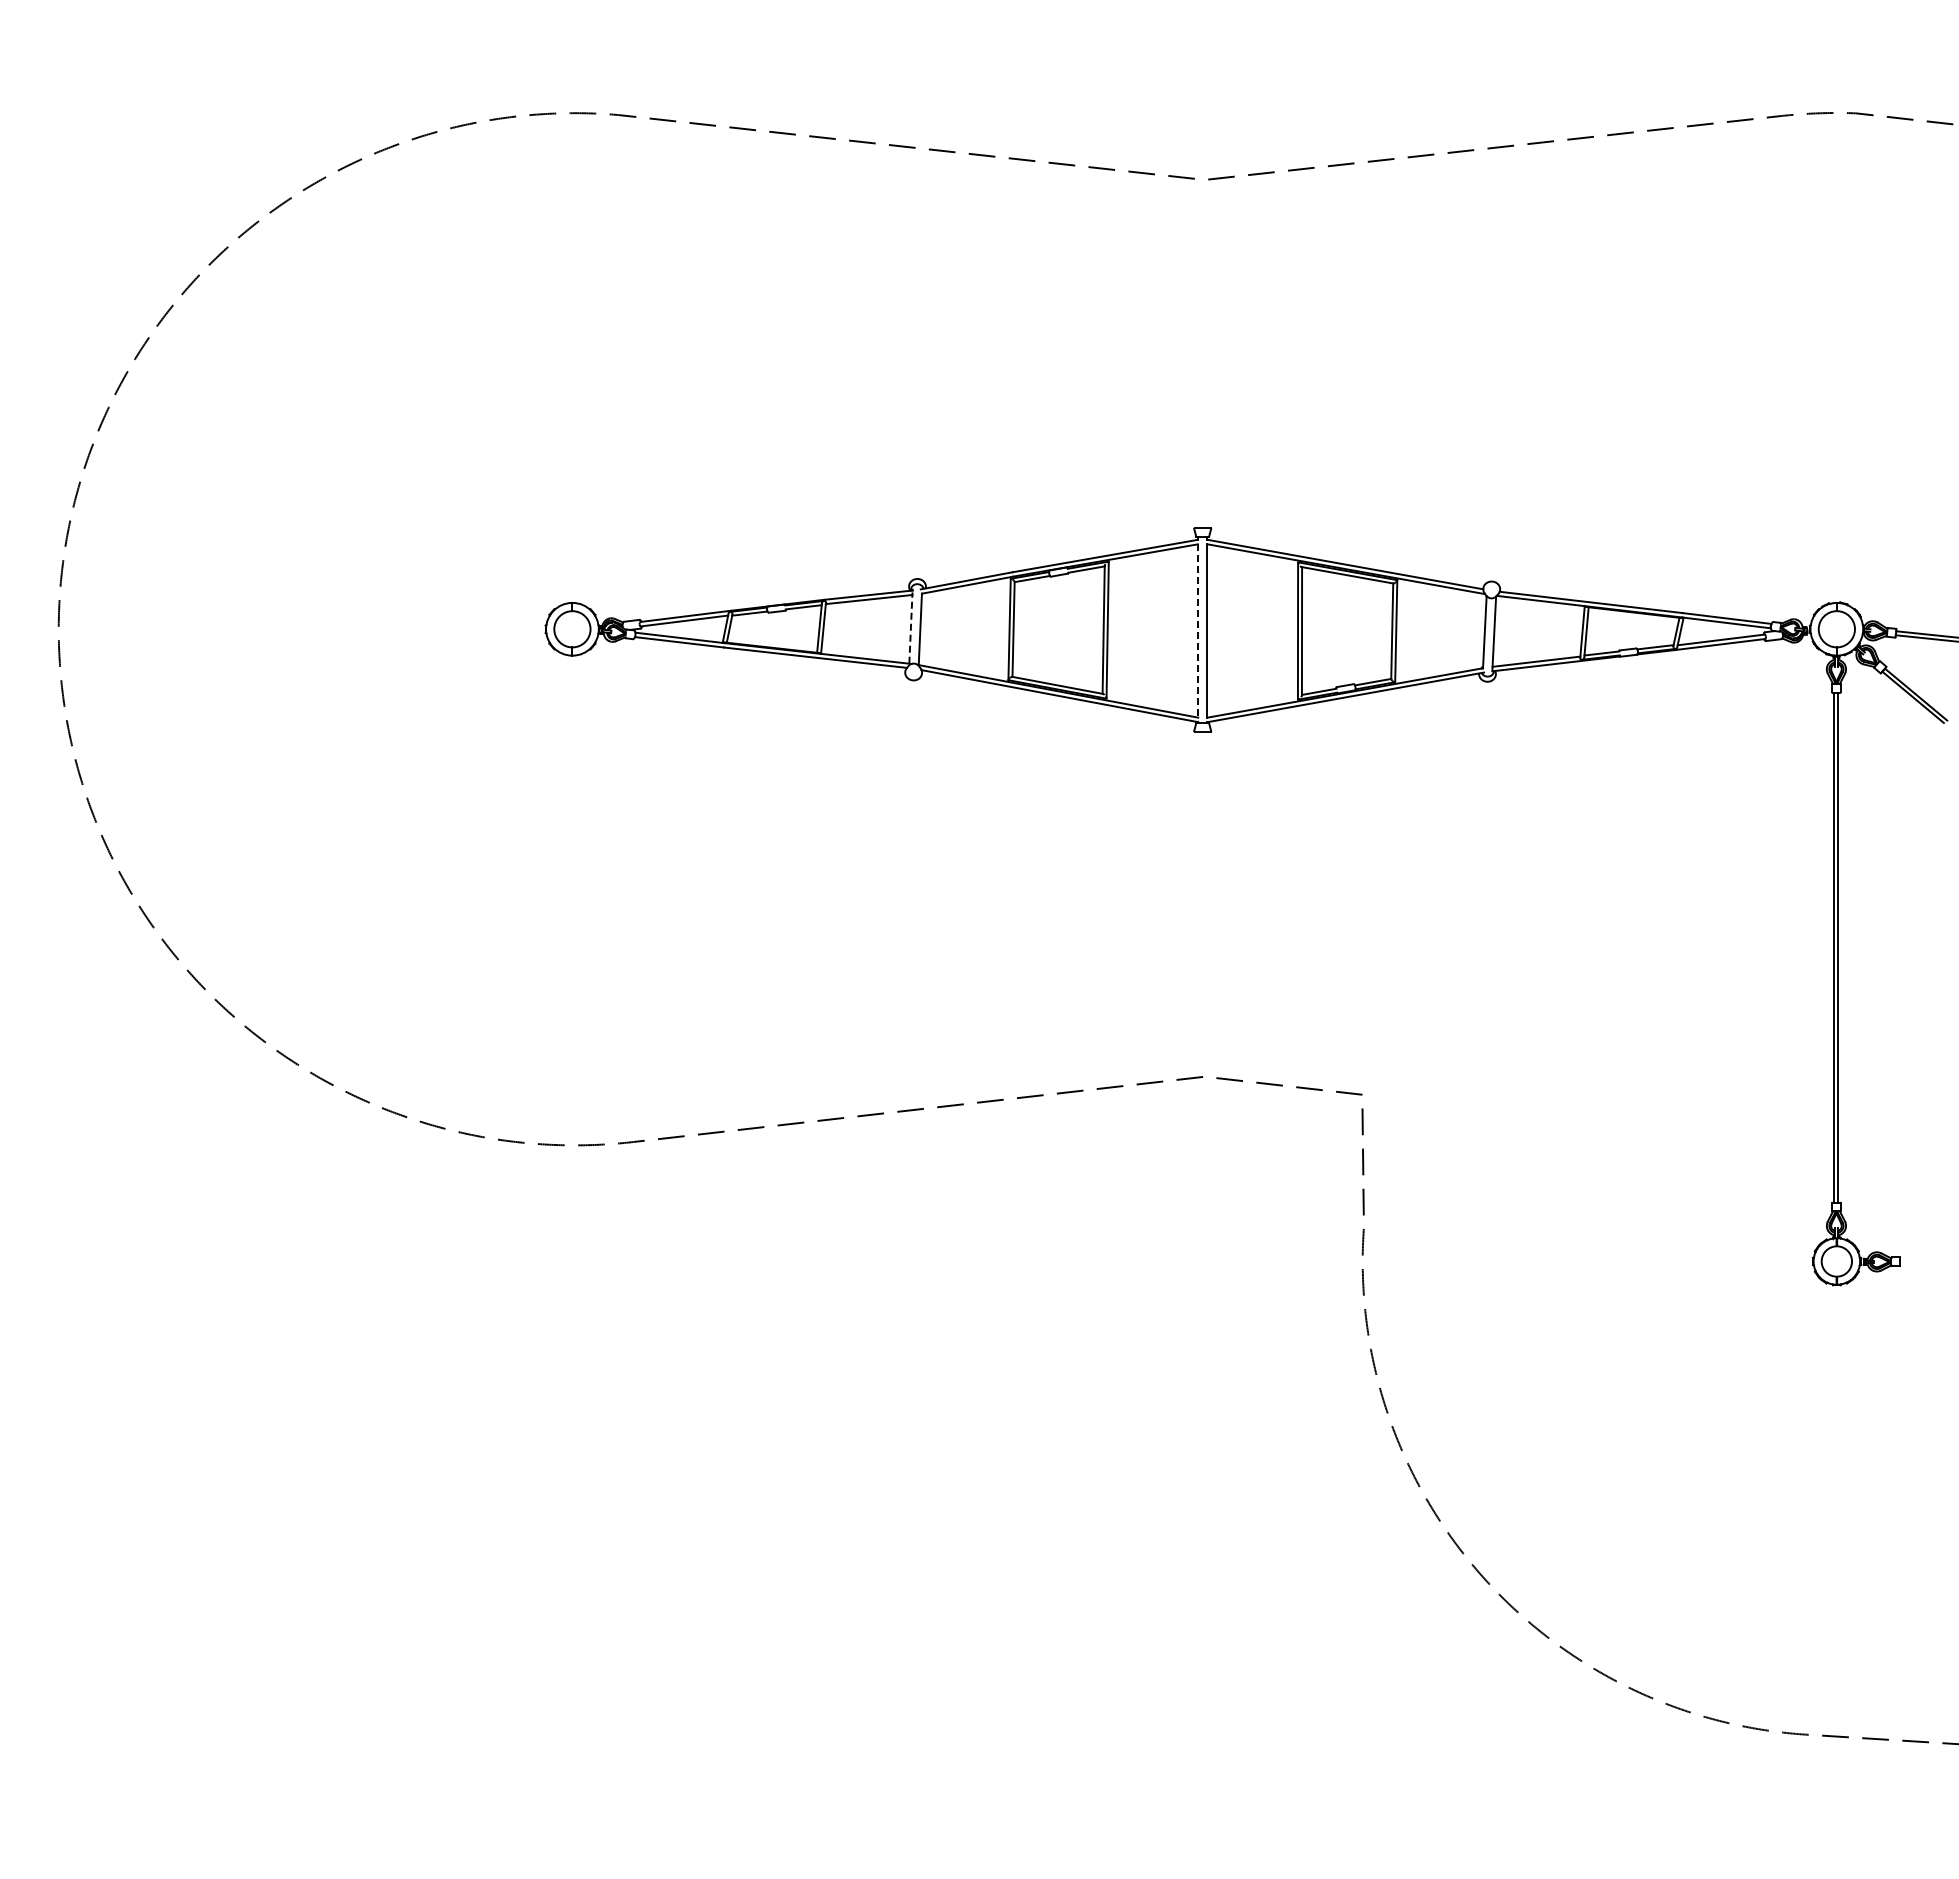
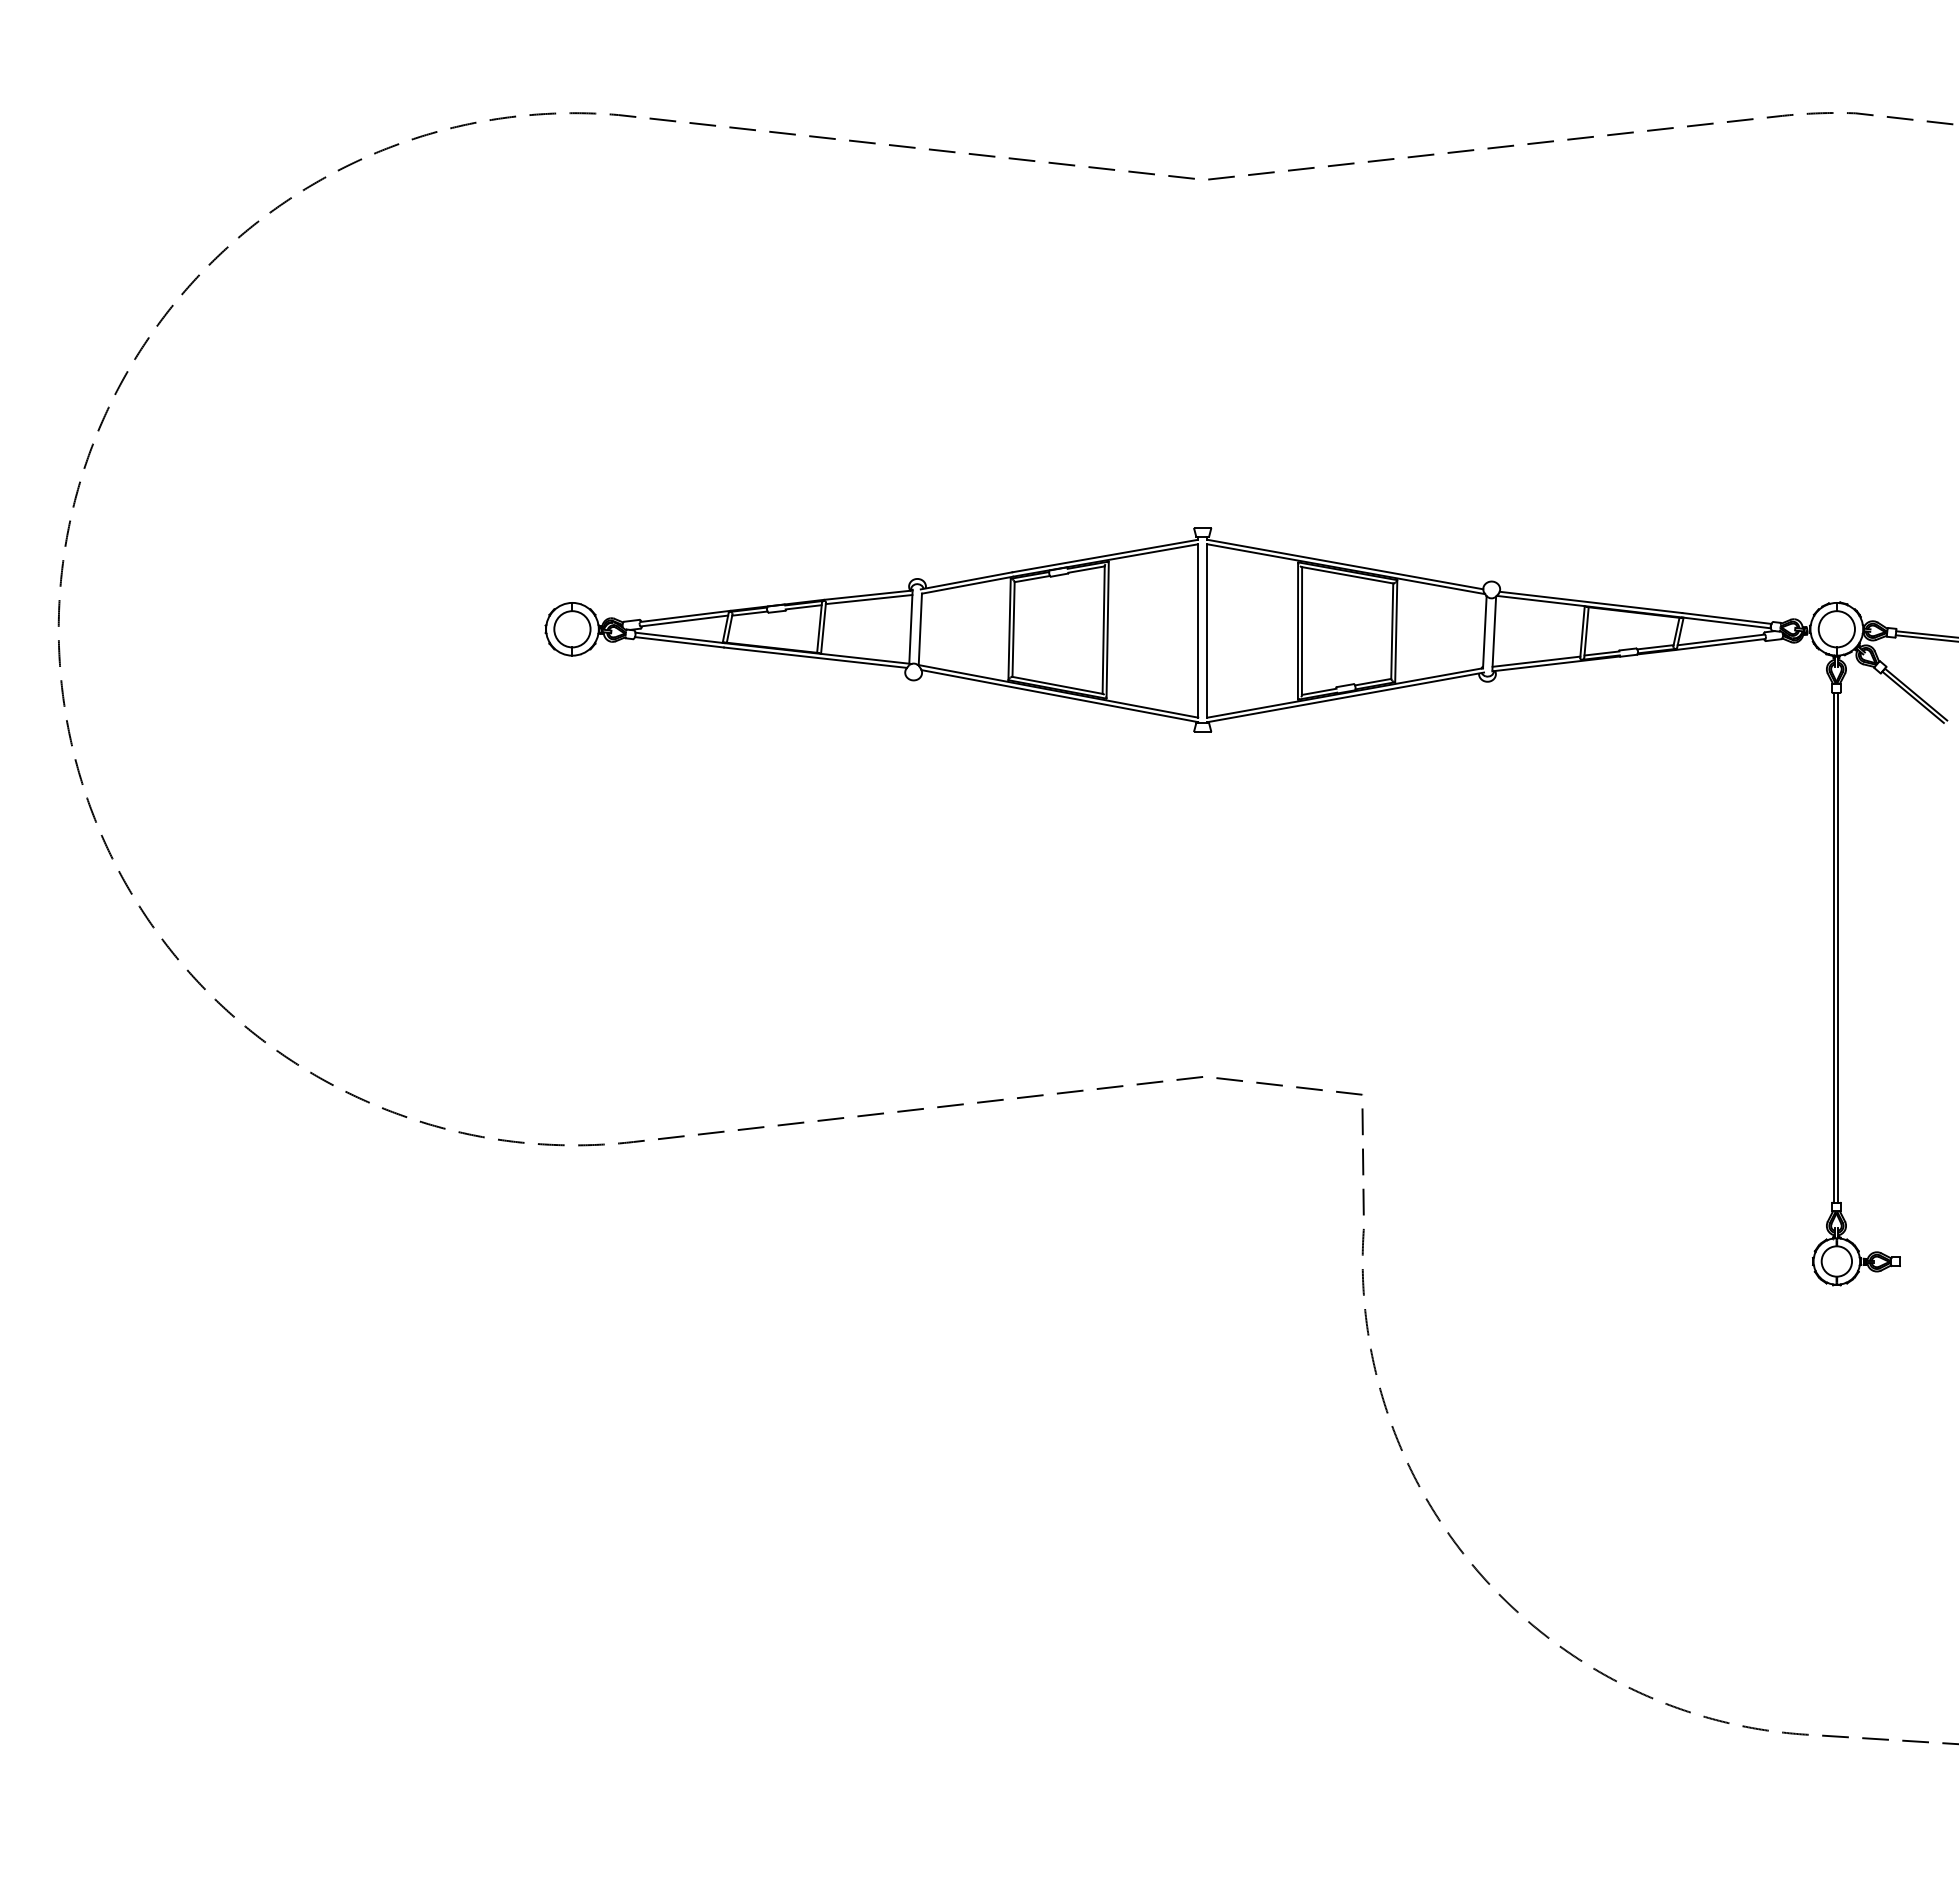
line at (910, 628): dashed -> solid
line at (1197, 630): dashed -> solid
